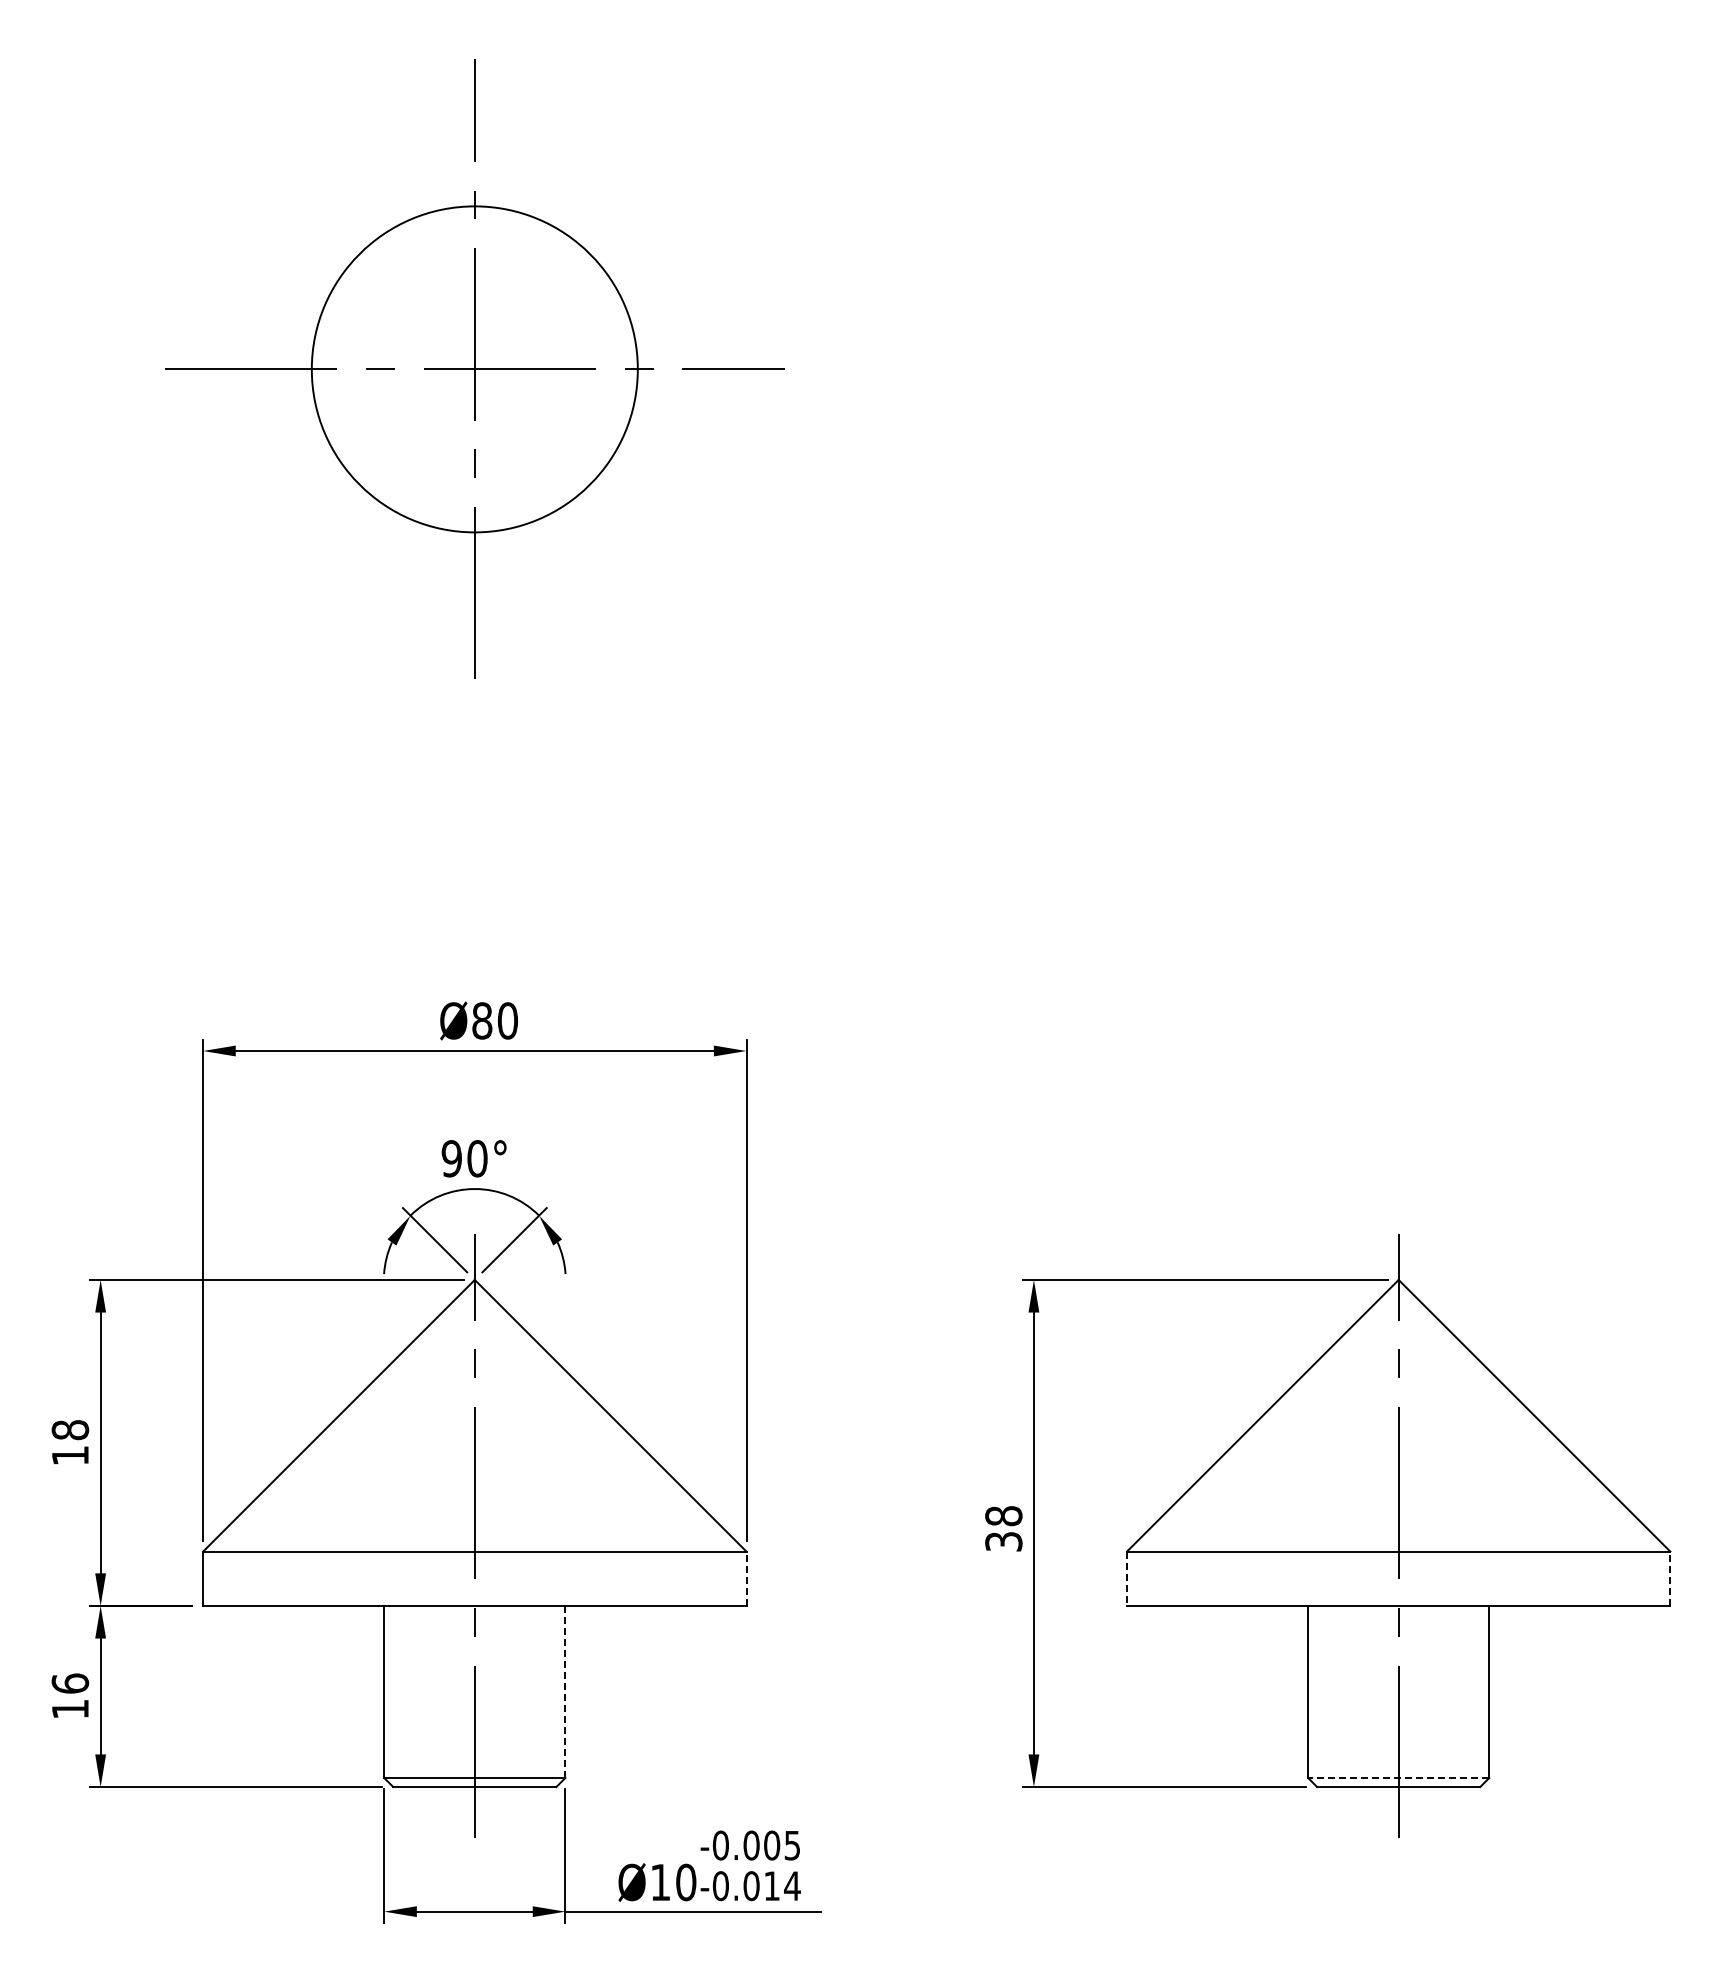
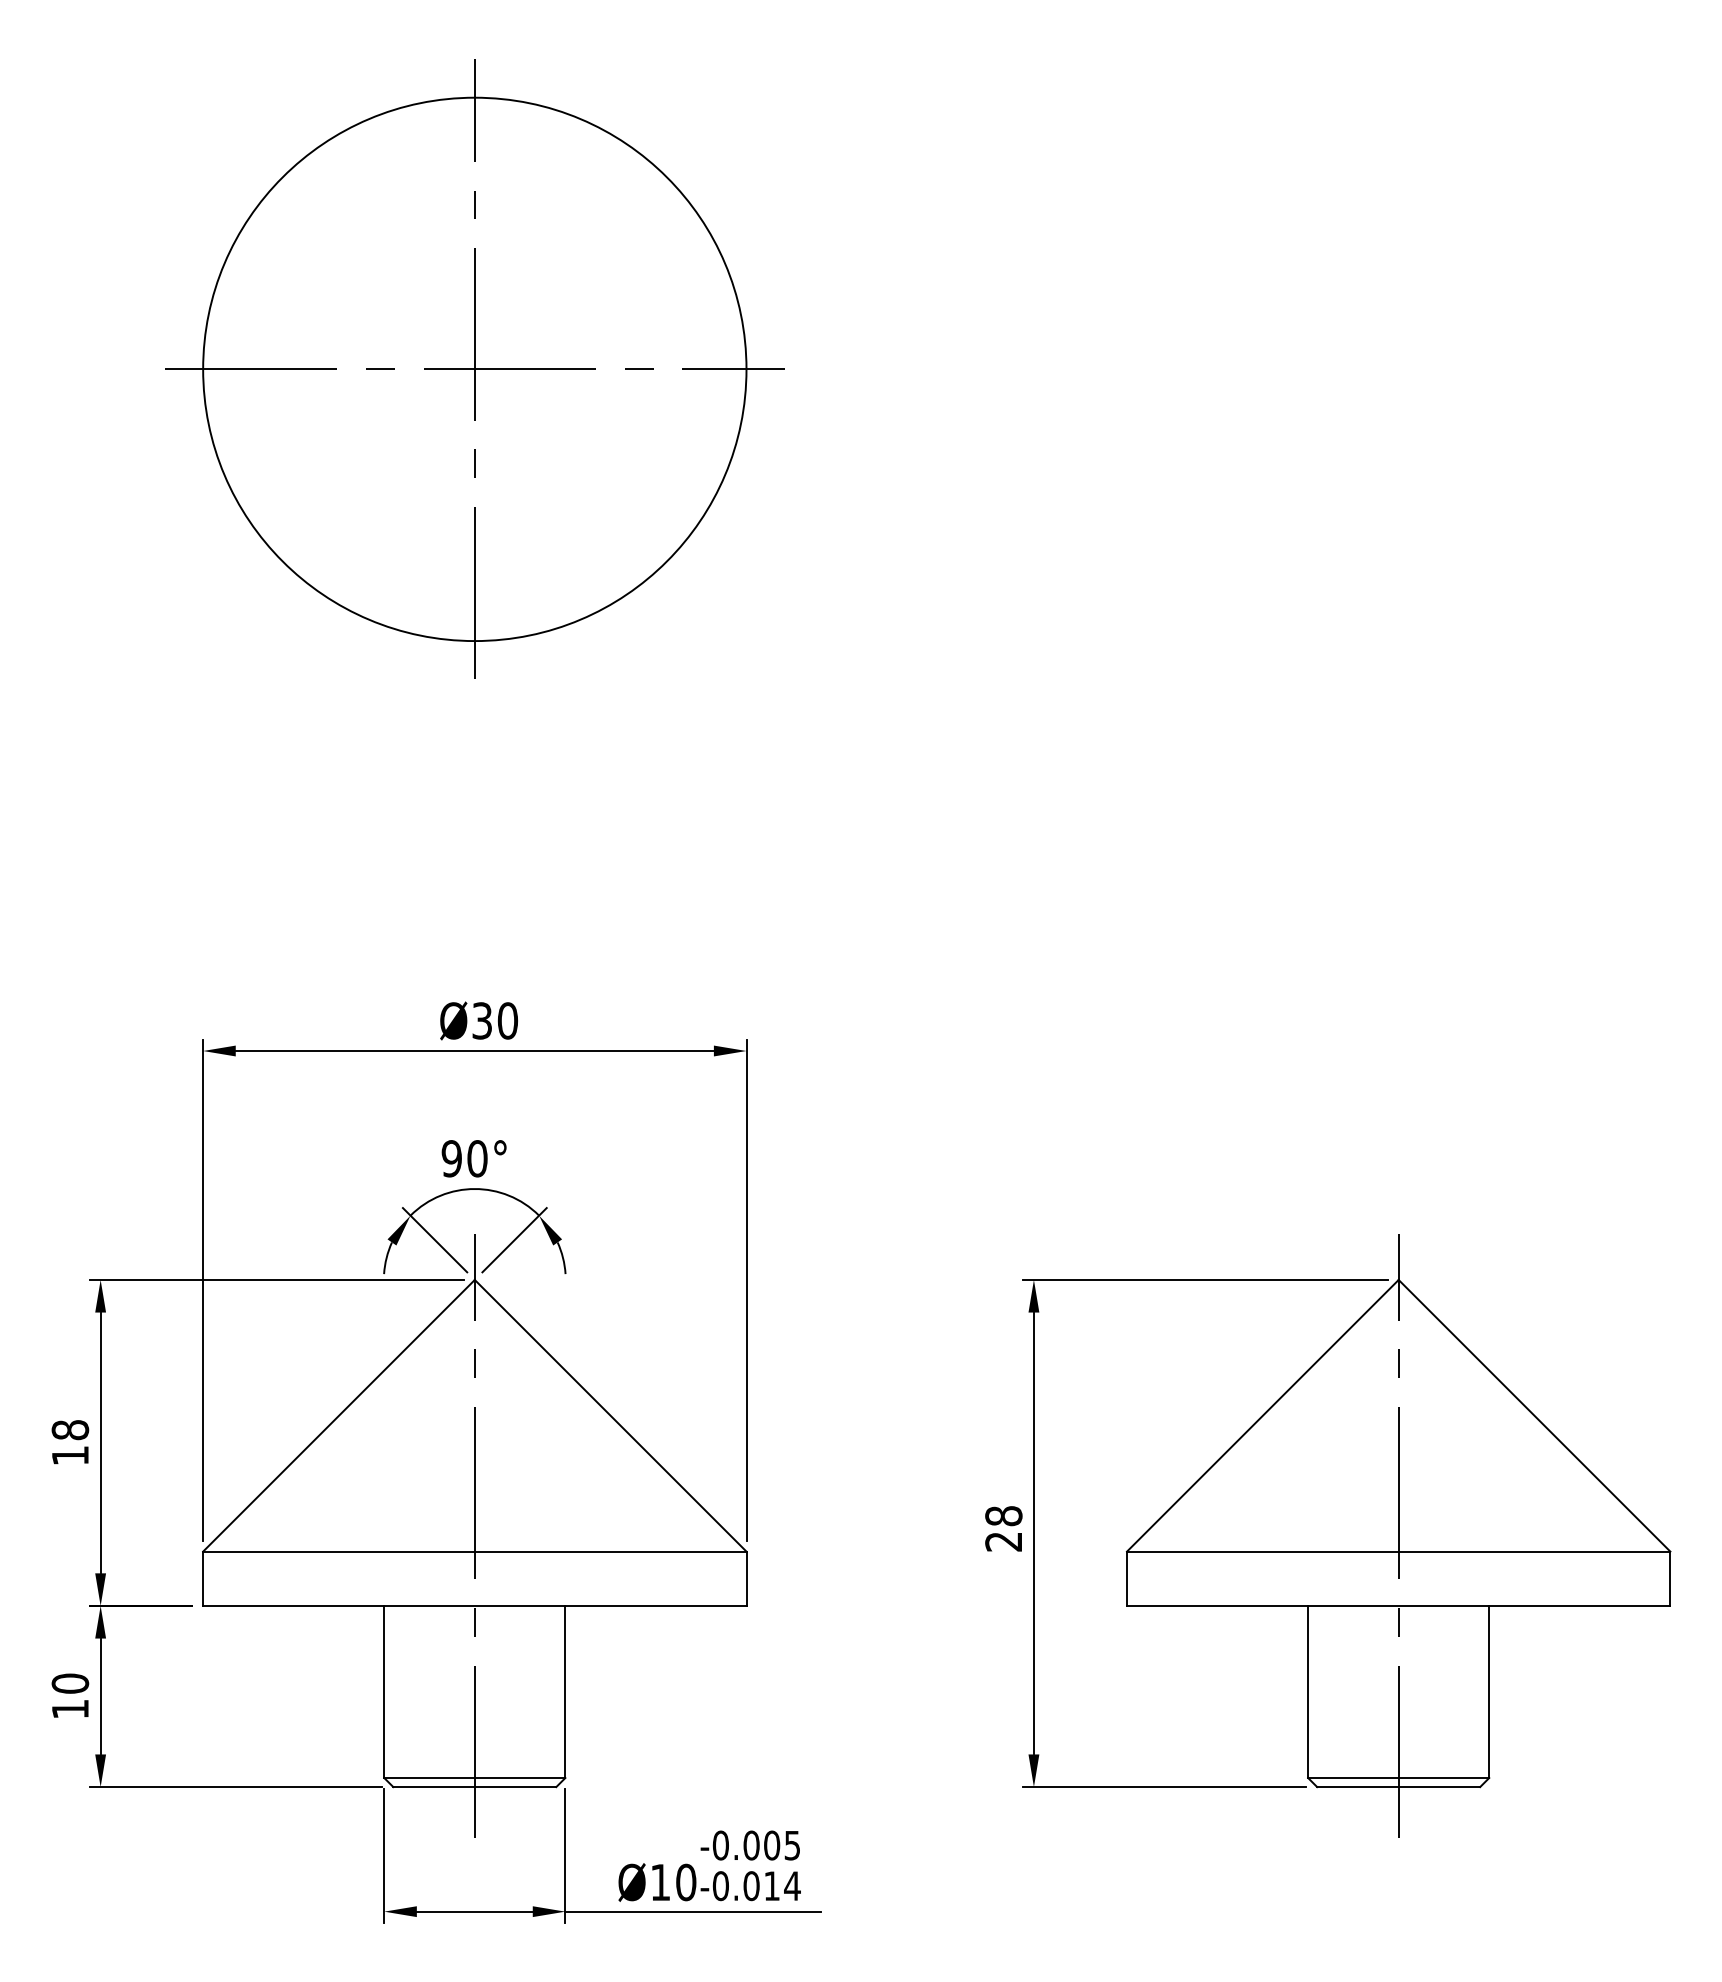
circle at (474, 369) diameter: 326 px -> 543 px
text at (482, 1020): Ø80 -> Ø30
text at (1003, 1541): 38 -> 28
line at (746, 1578): dashed -> solid
line at (1670, 1578): dashed -> solid
line at (1127, 1579): dashed -> solid
text at (69, 1683): 16 -> 10
line at (565, 1691): dashed -> solid
line at (1398, 1778): dashed -> solid
